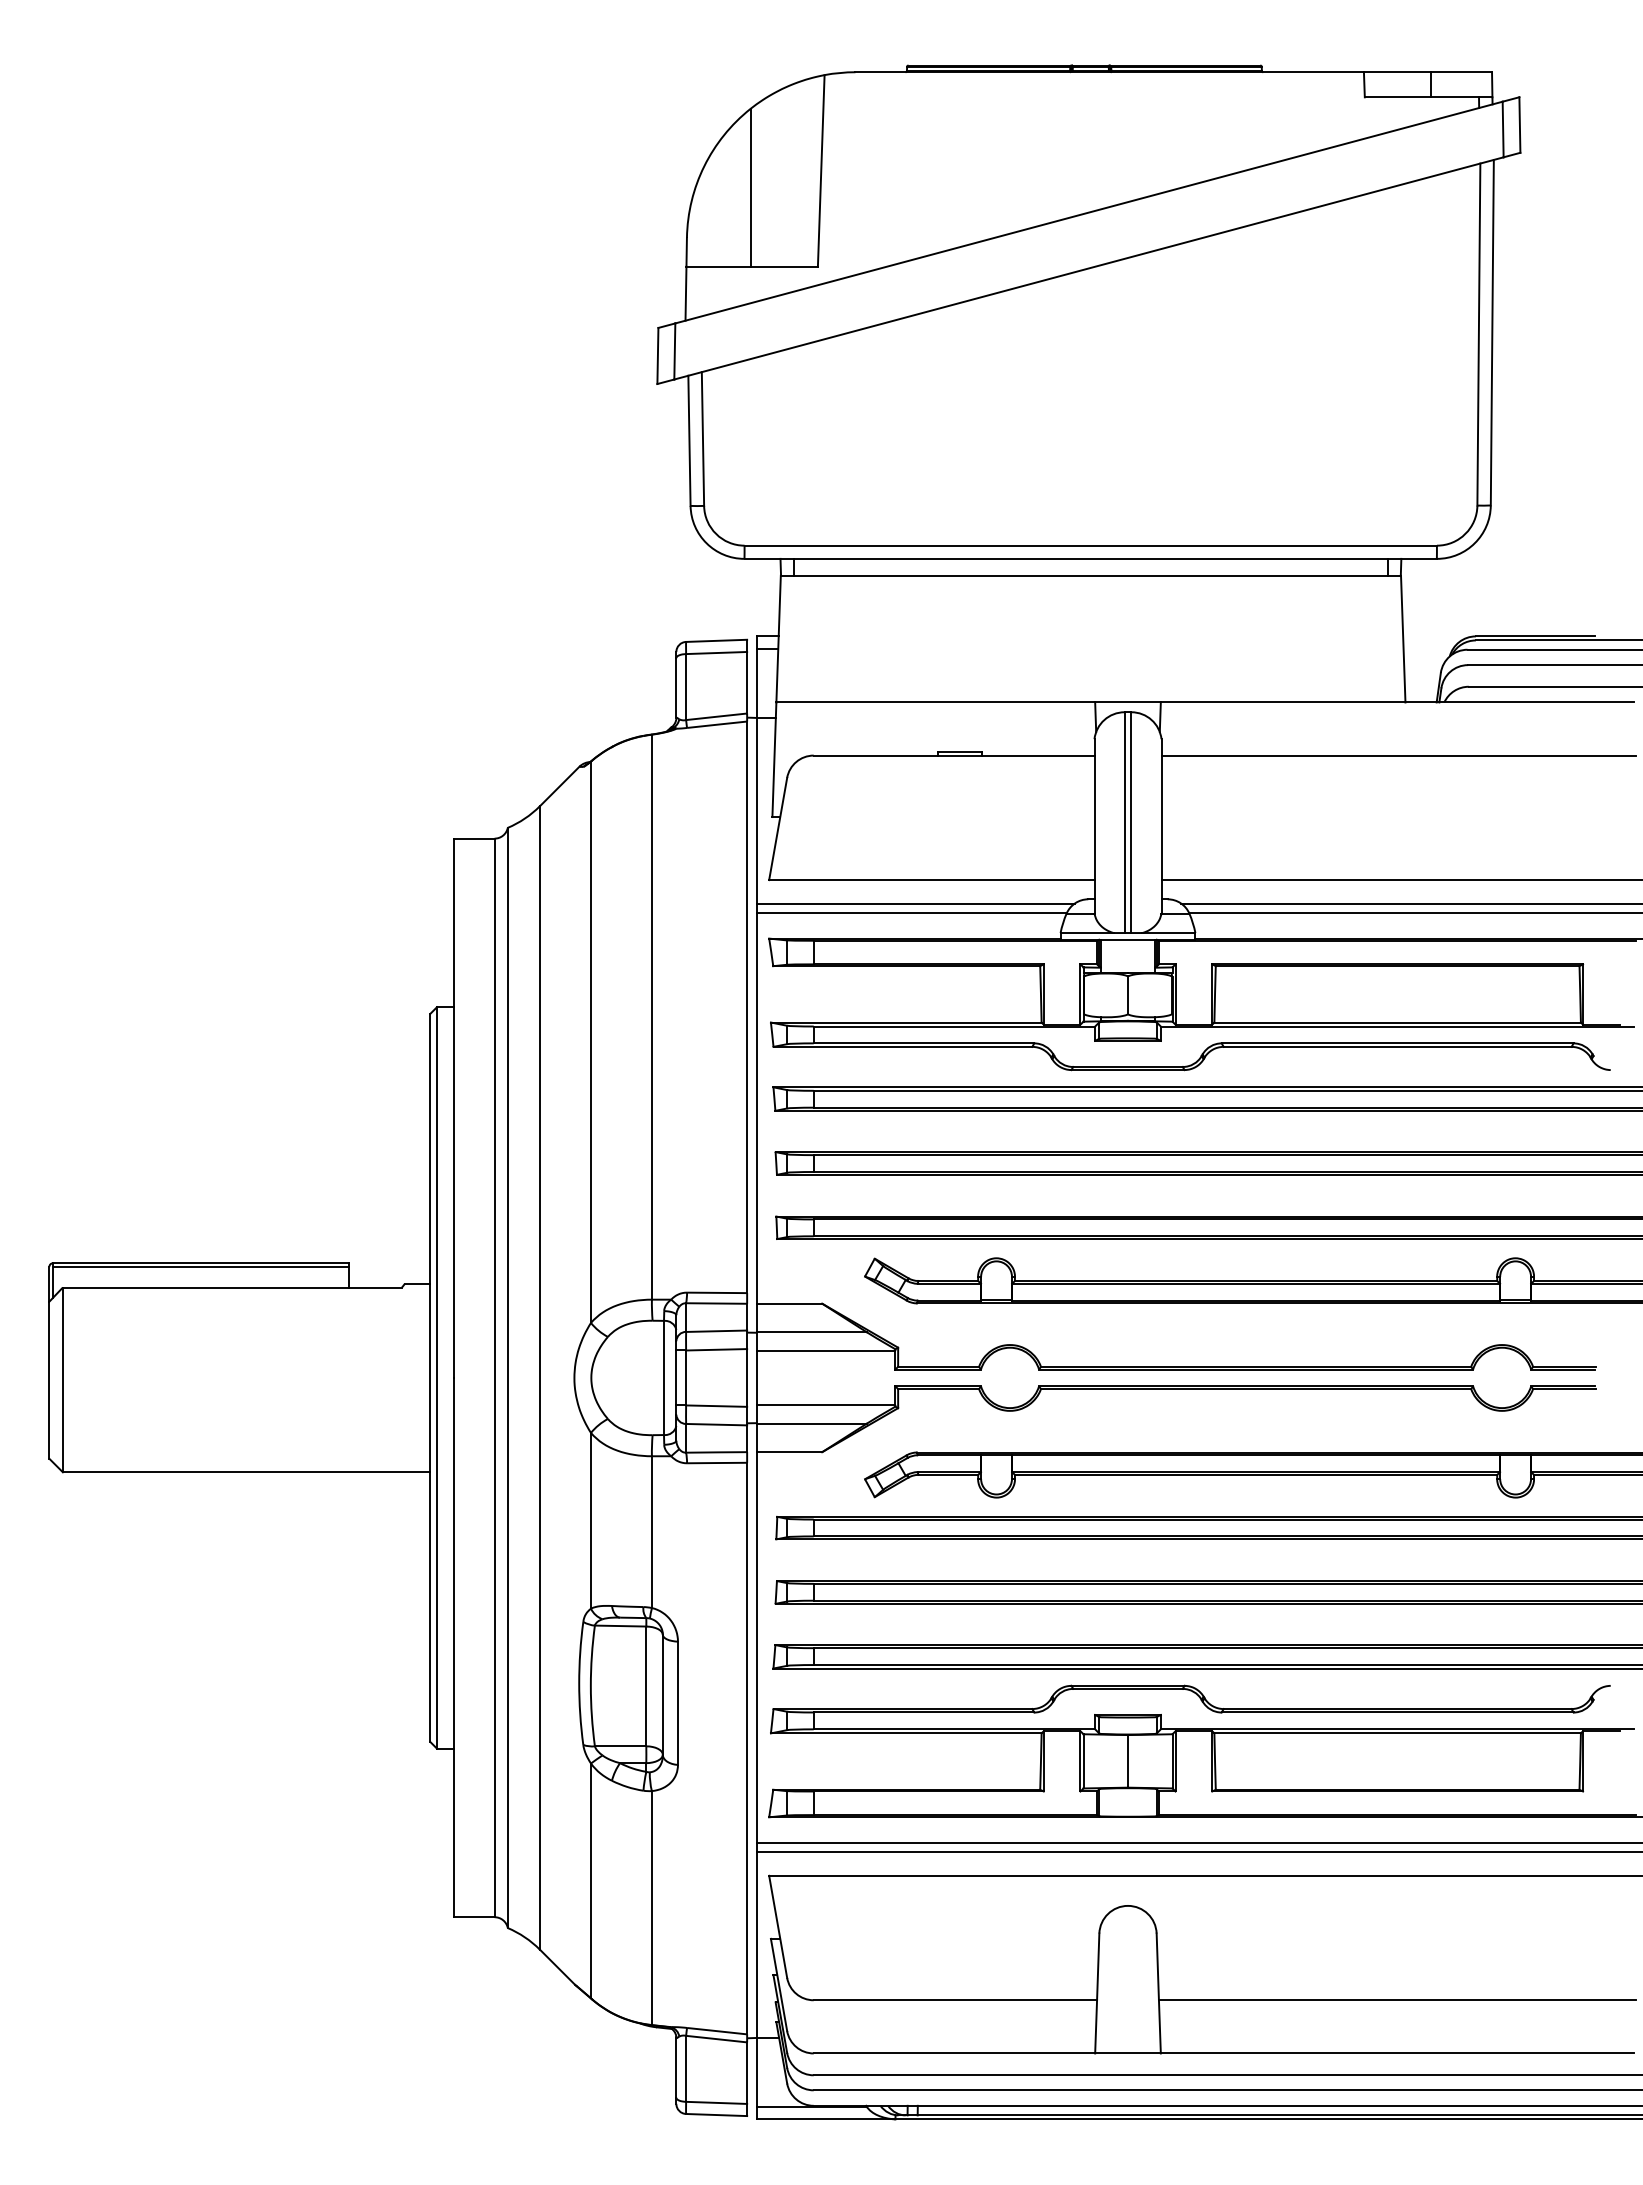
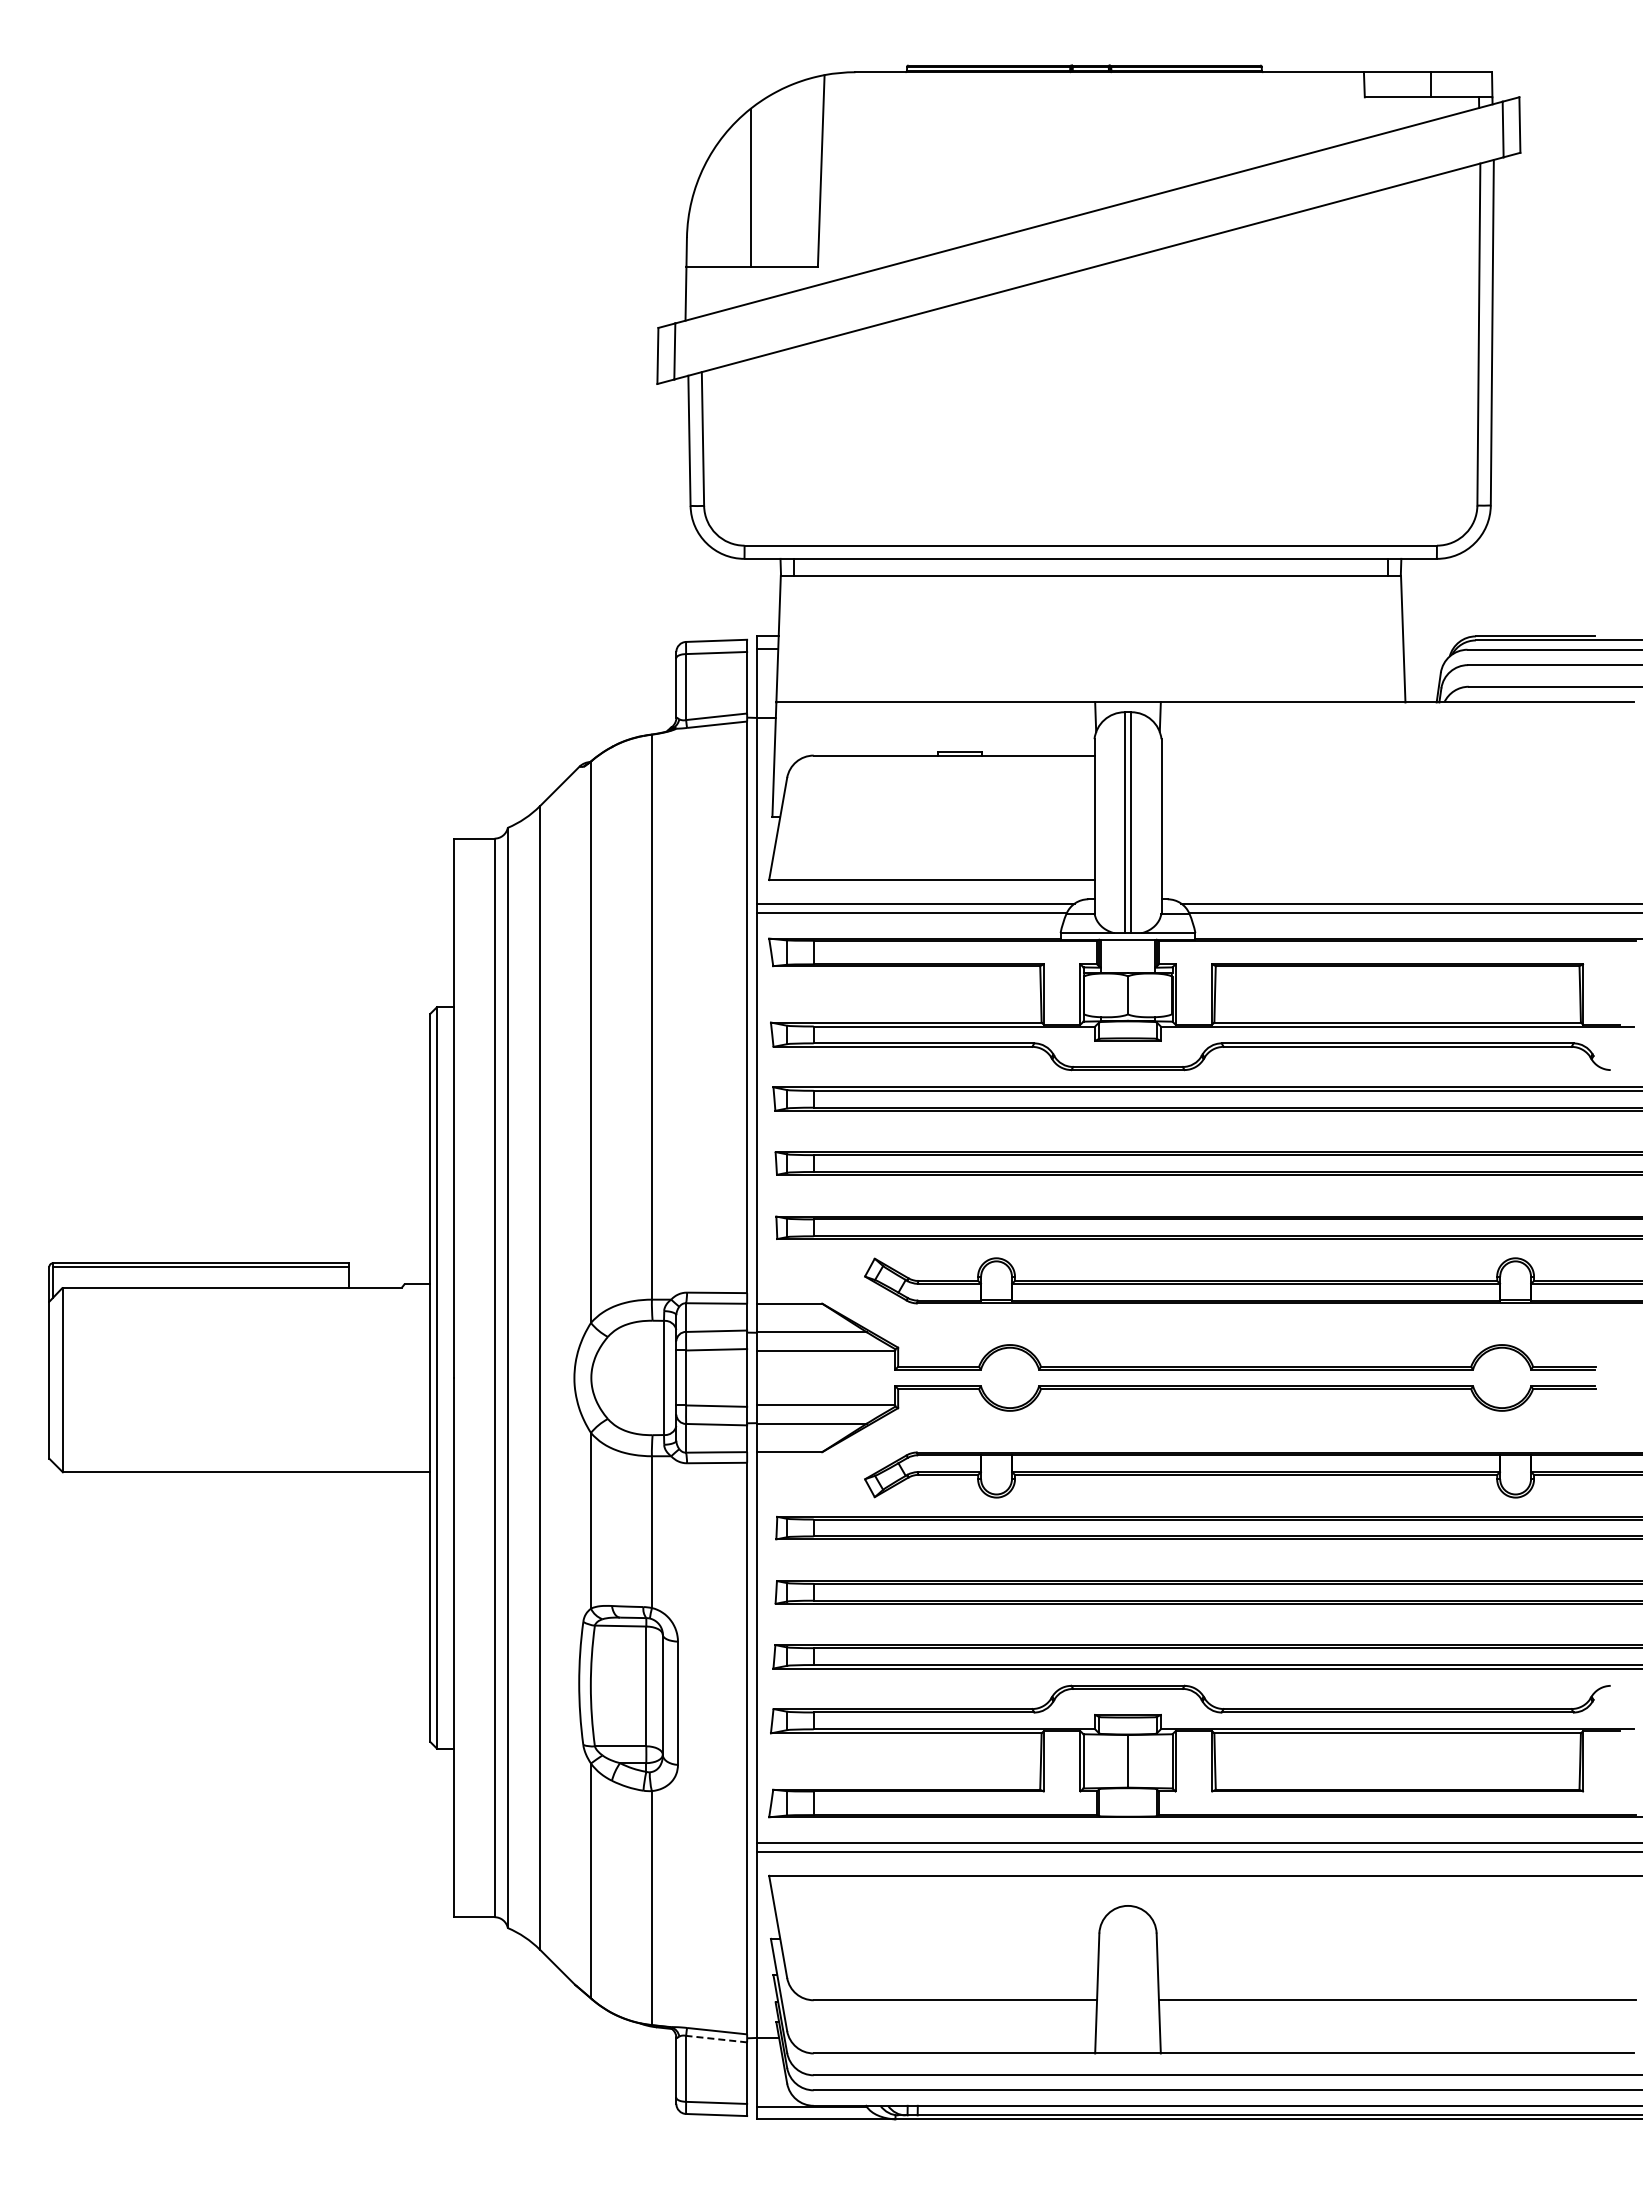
line at (1398, 755): present -> none
line at (1400, 880): present -> none
line at (715, 2039): solid -> dashed
